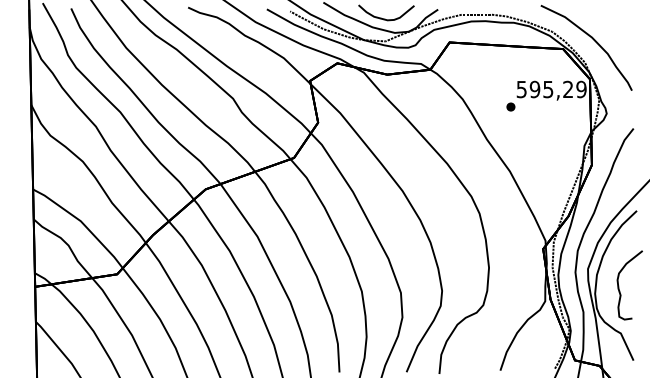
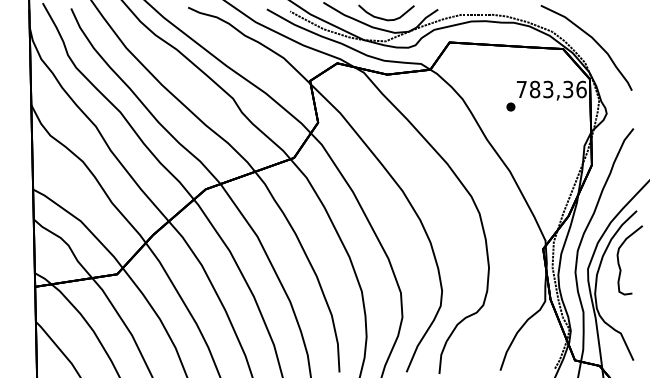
text at (551, 89): 595,29 -> 783,36
curve at (619, 285) position: (619, 285) -> (619, 260)
